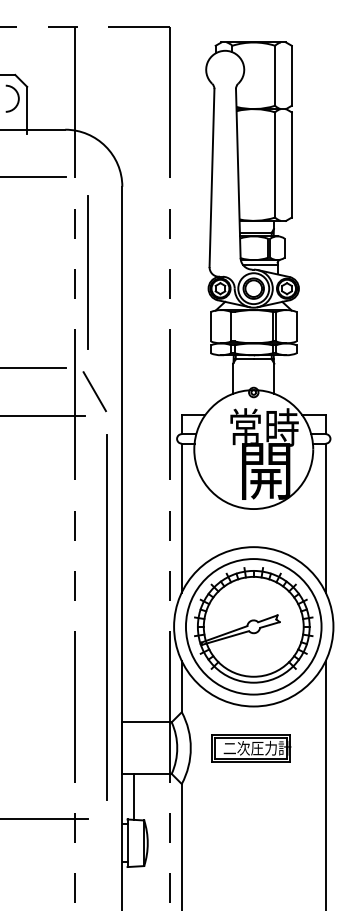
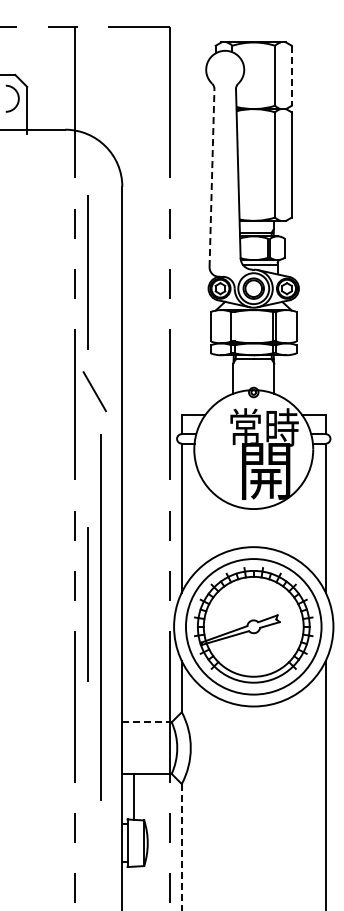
line at (291, 76): solid -> dashed
line at (34, 177): present -> none
line at (212, 178): solid -> dashed
line at (34, 367): present -> none
line at (43, 416): present -> none
line at (87, 604): none -> present
line at (106, 617) position: (106, 617) -> (100, 617)
line at (147, 722): solid -> dashed
part at (251, 748): present -> none
line at (44, 819): present -> none
line at (181, 847): solid -> dashed
